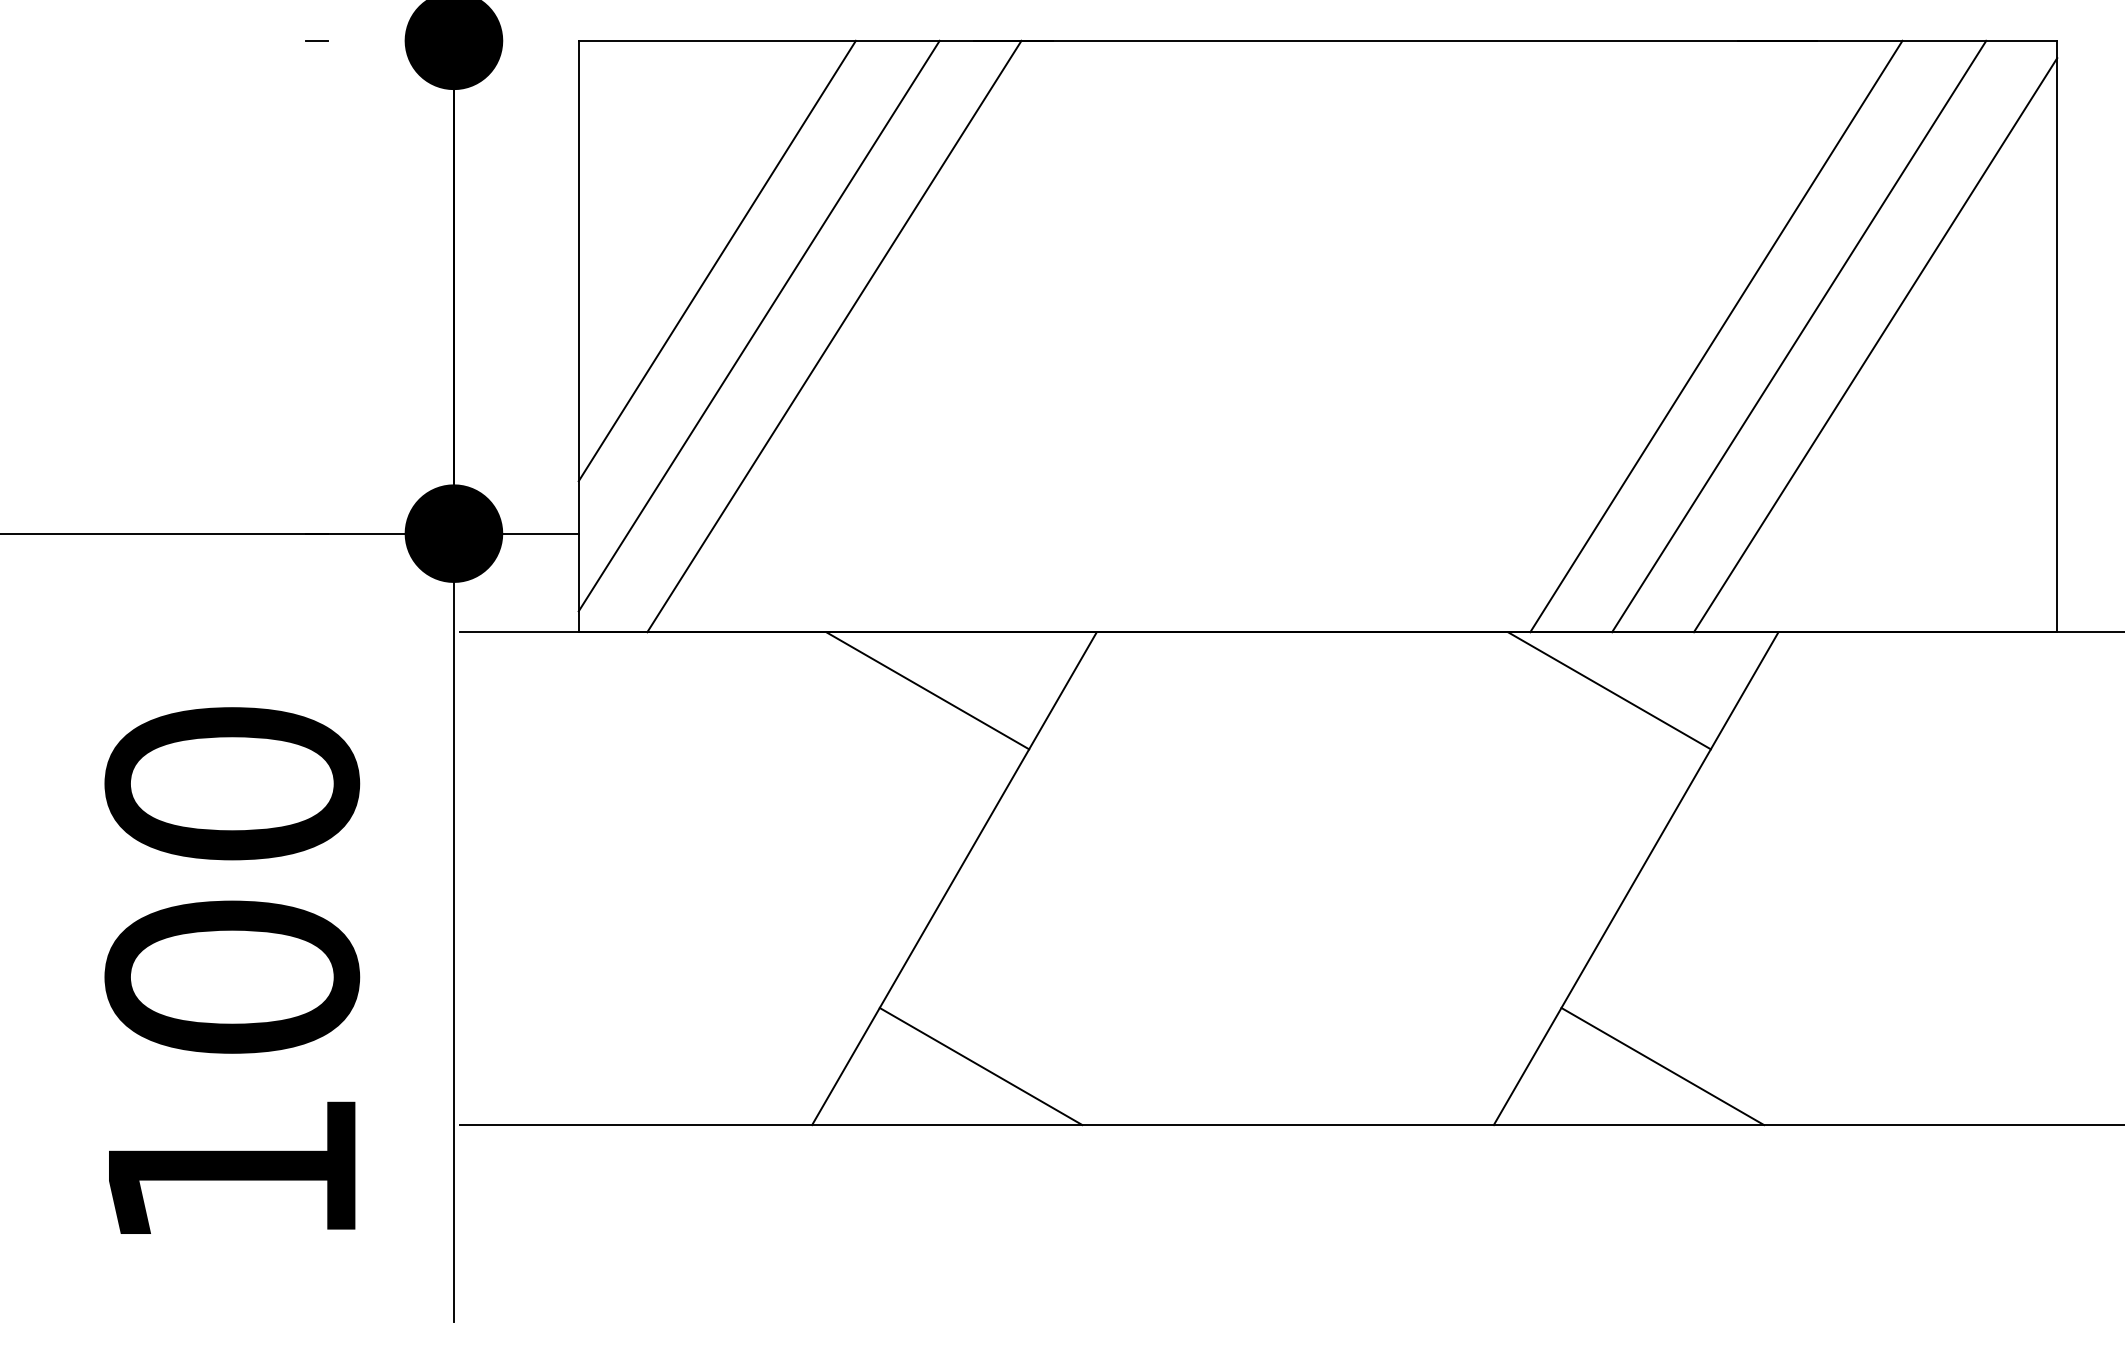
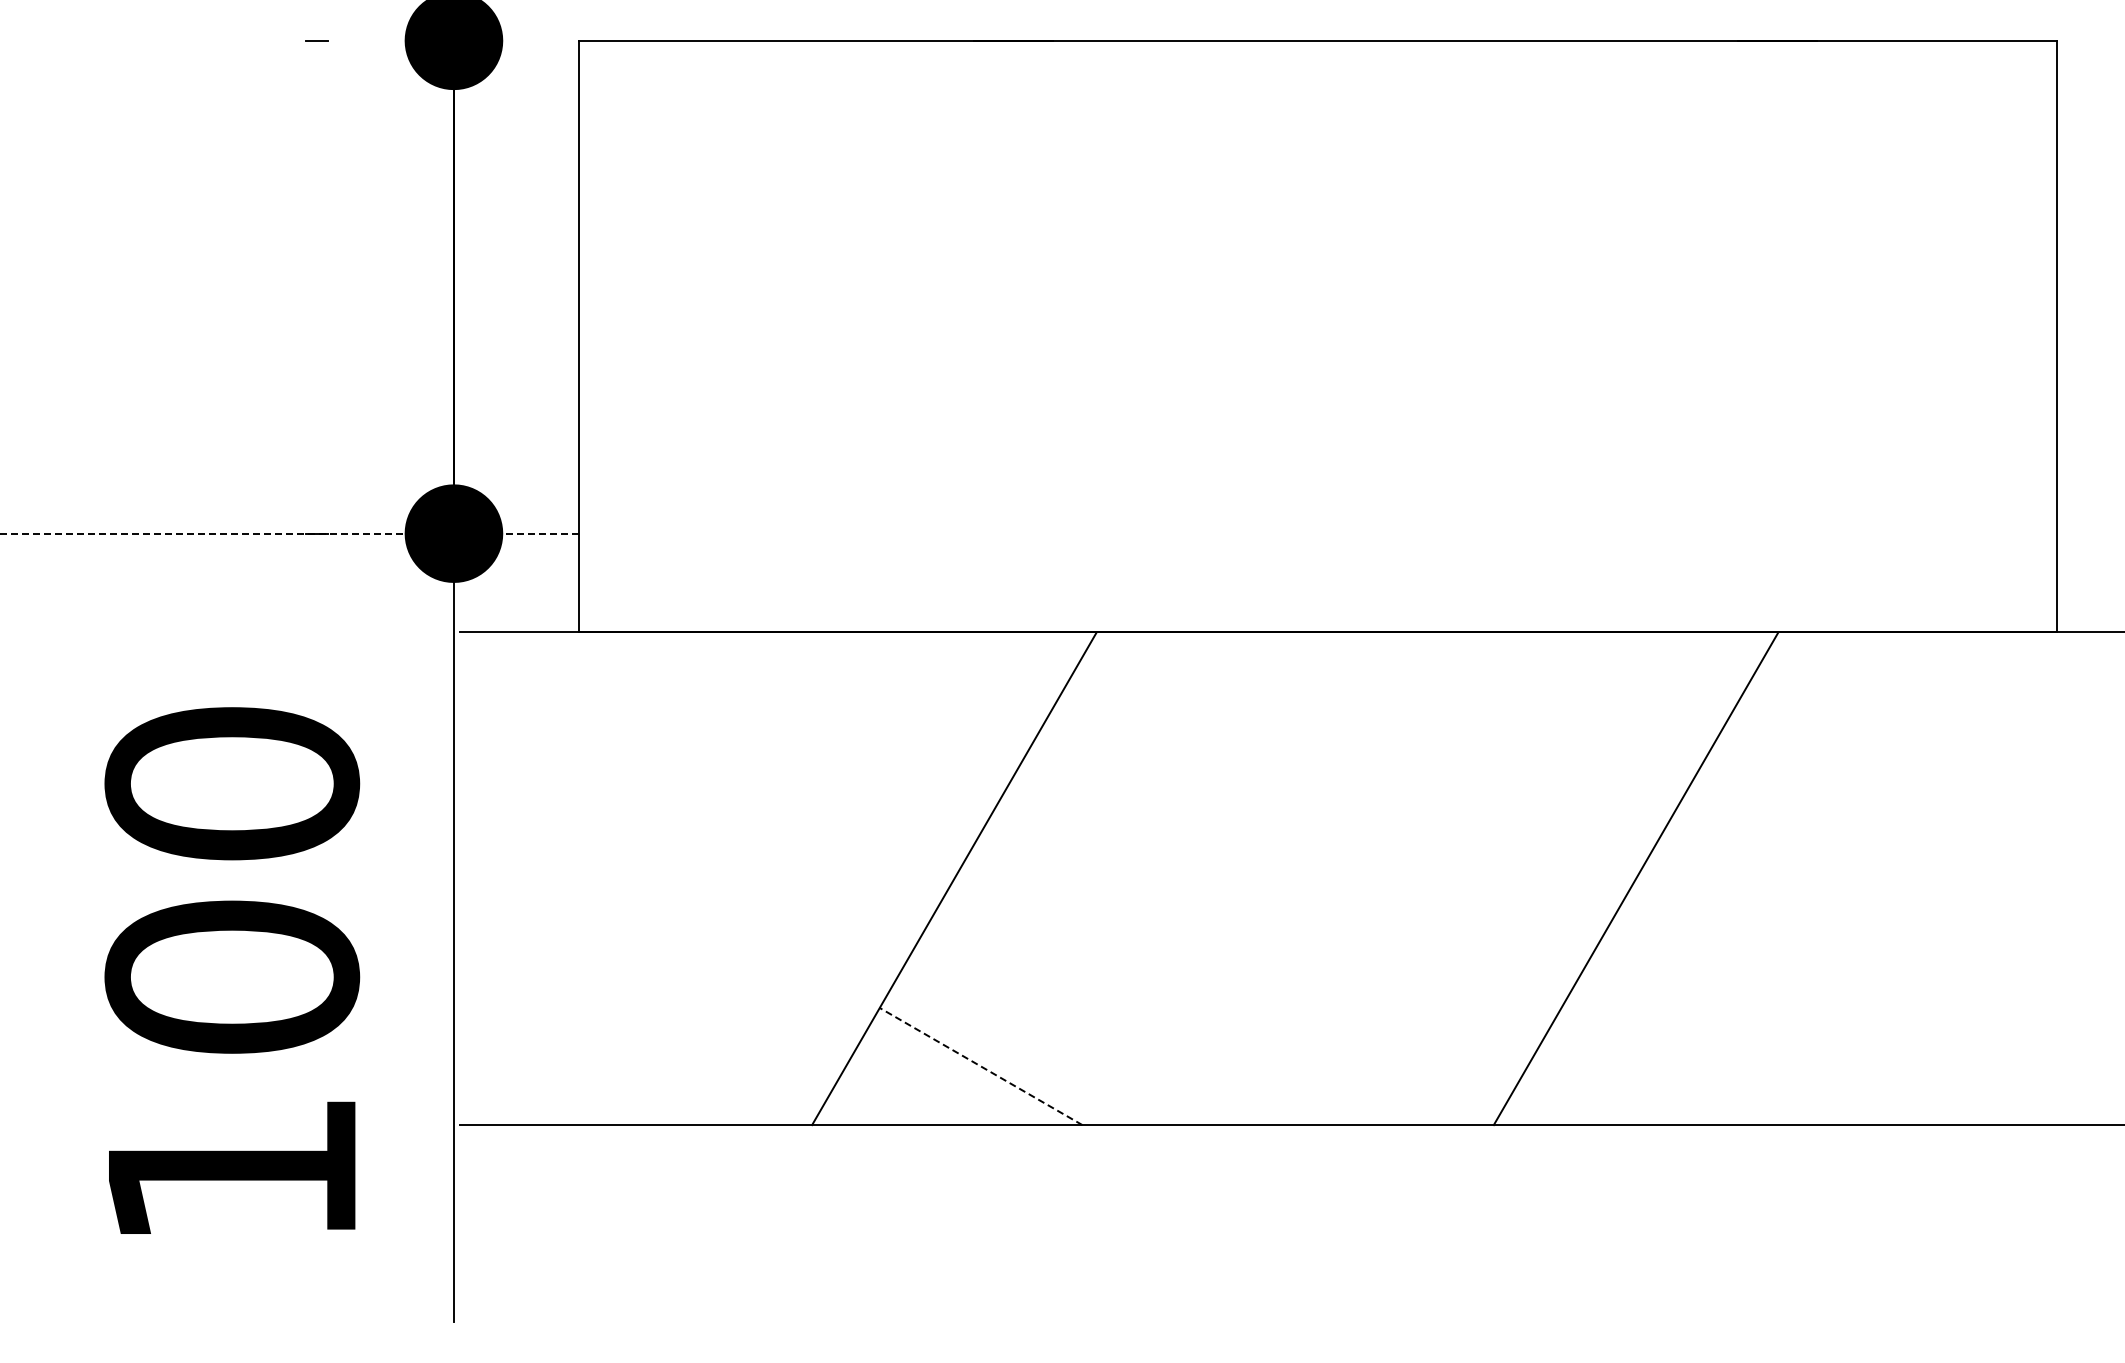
line at (716, 260): present -> none
line at (758, 325): present -> none
line at (834, 336): present -> none
line at (1716, 336): present -> none
line at (1799, 336): present -> none
line at (1875, 345): present -> none
line at (289, 533): solid -> dashed
line at (927, 690): present -> none
line at (1609, 690): present -> none
line at (980, 1066): solid -> dashed
line at (1662, 1066): present -> none
